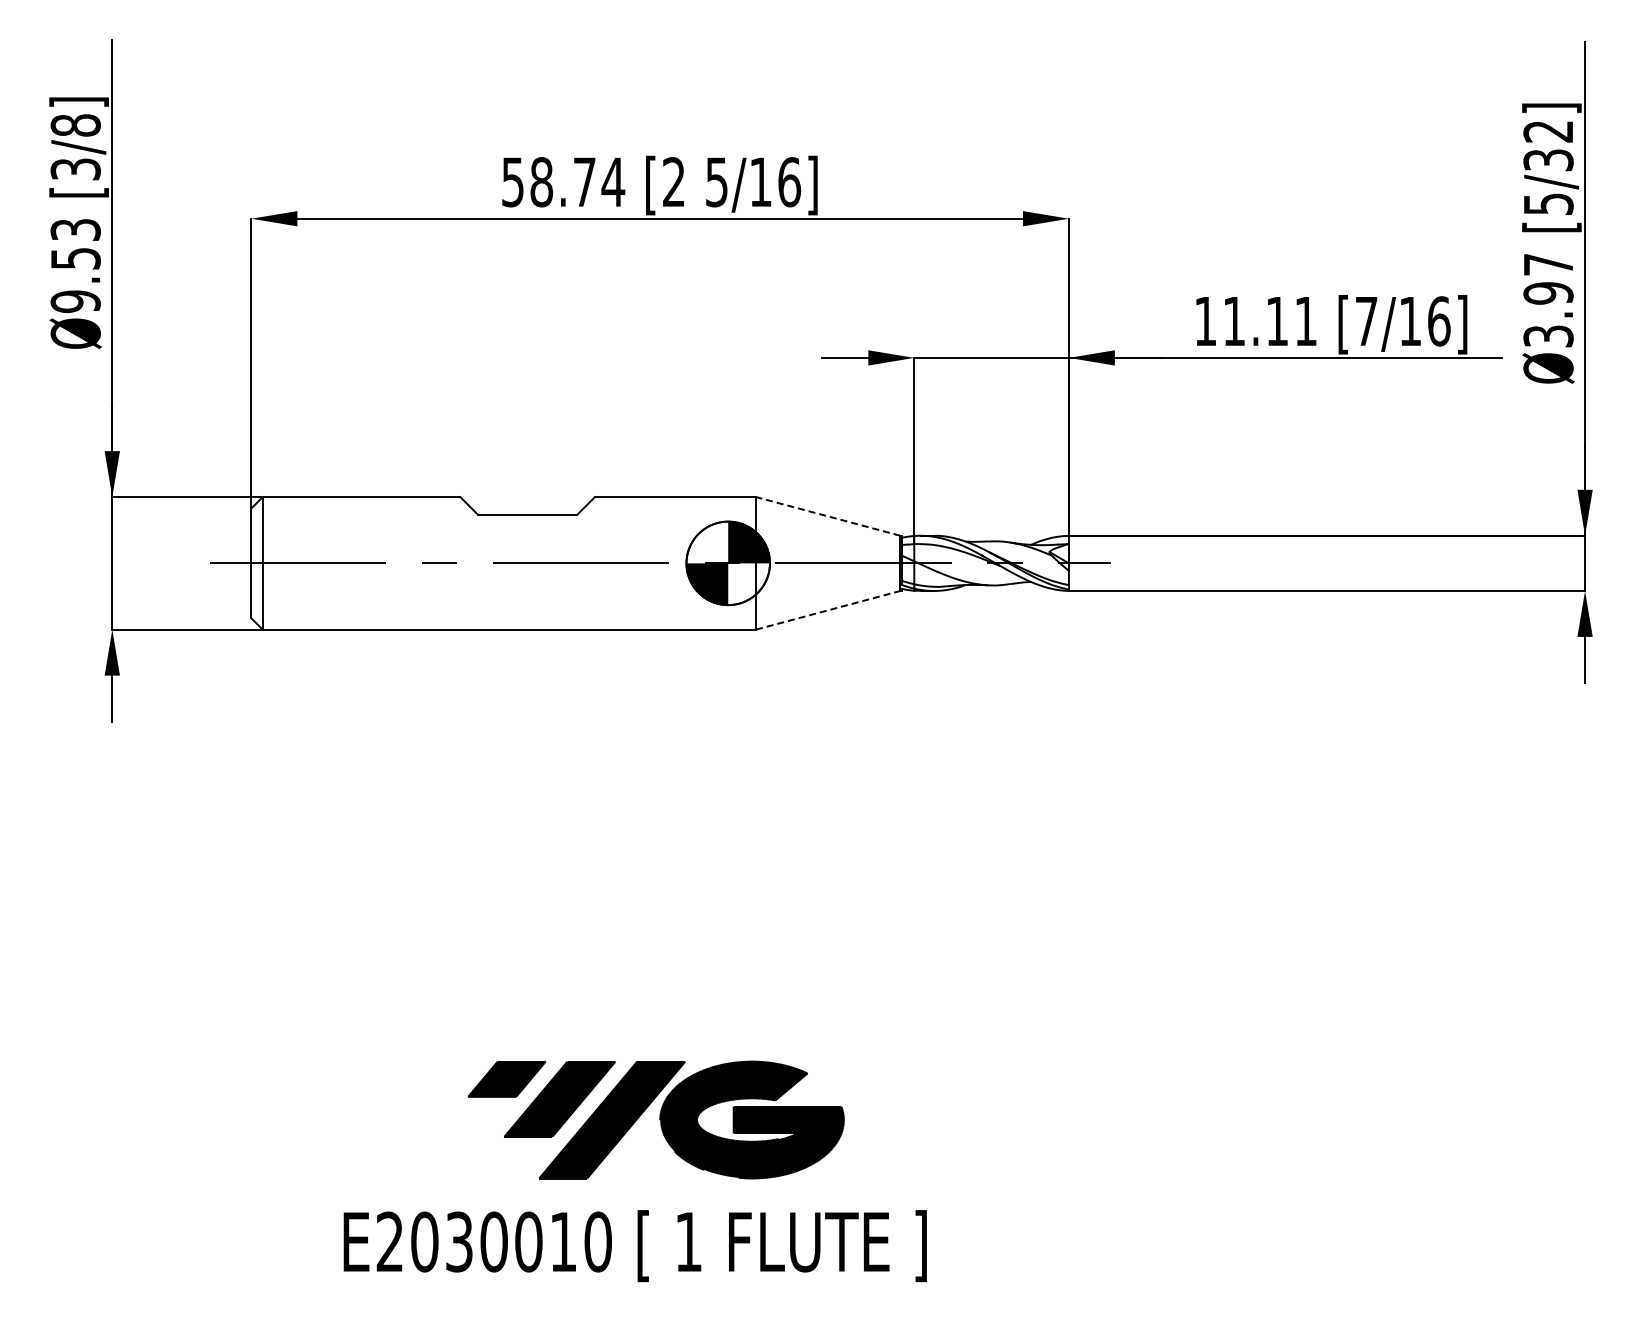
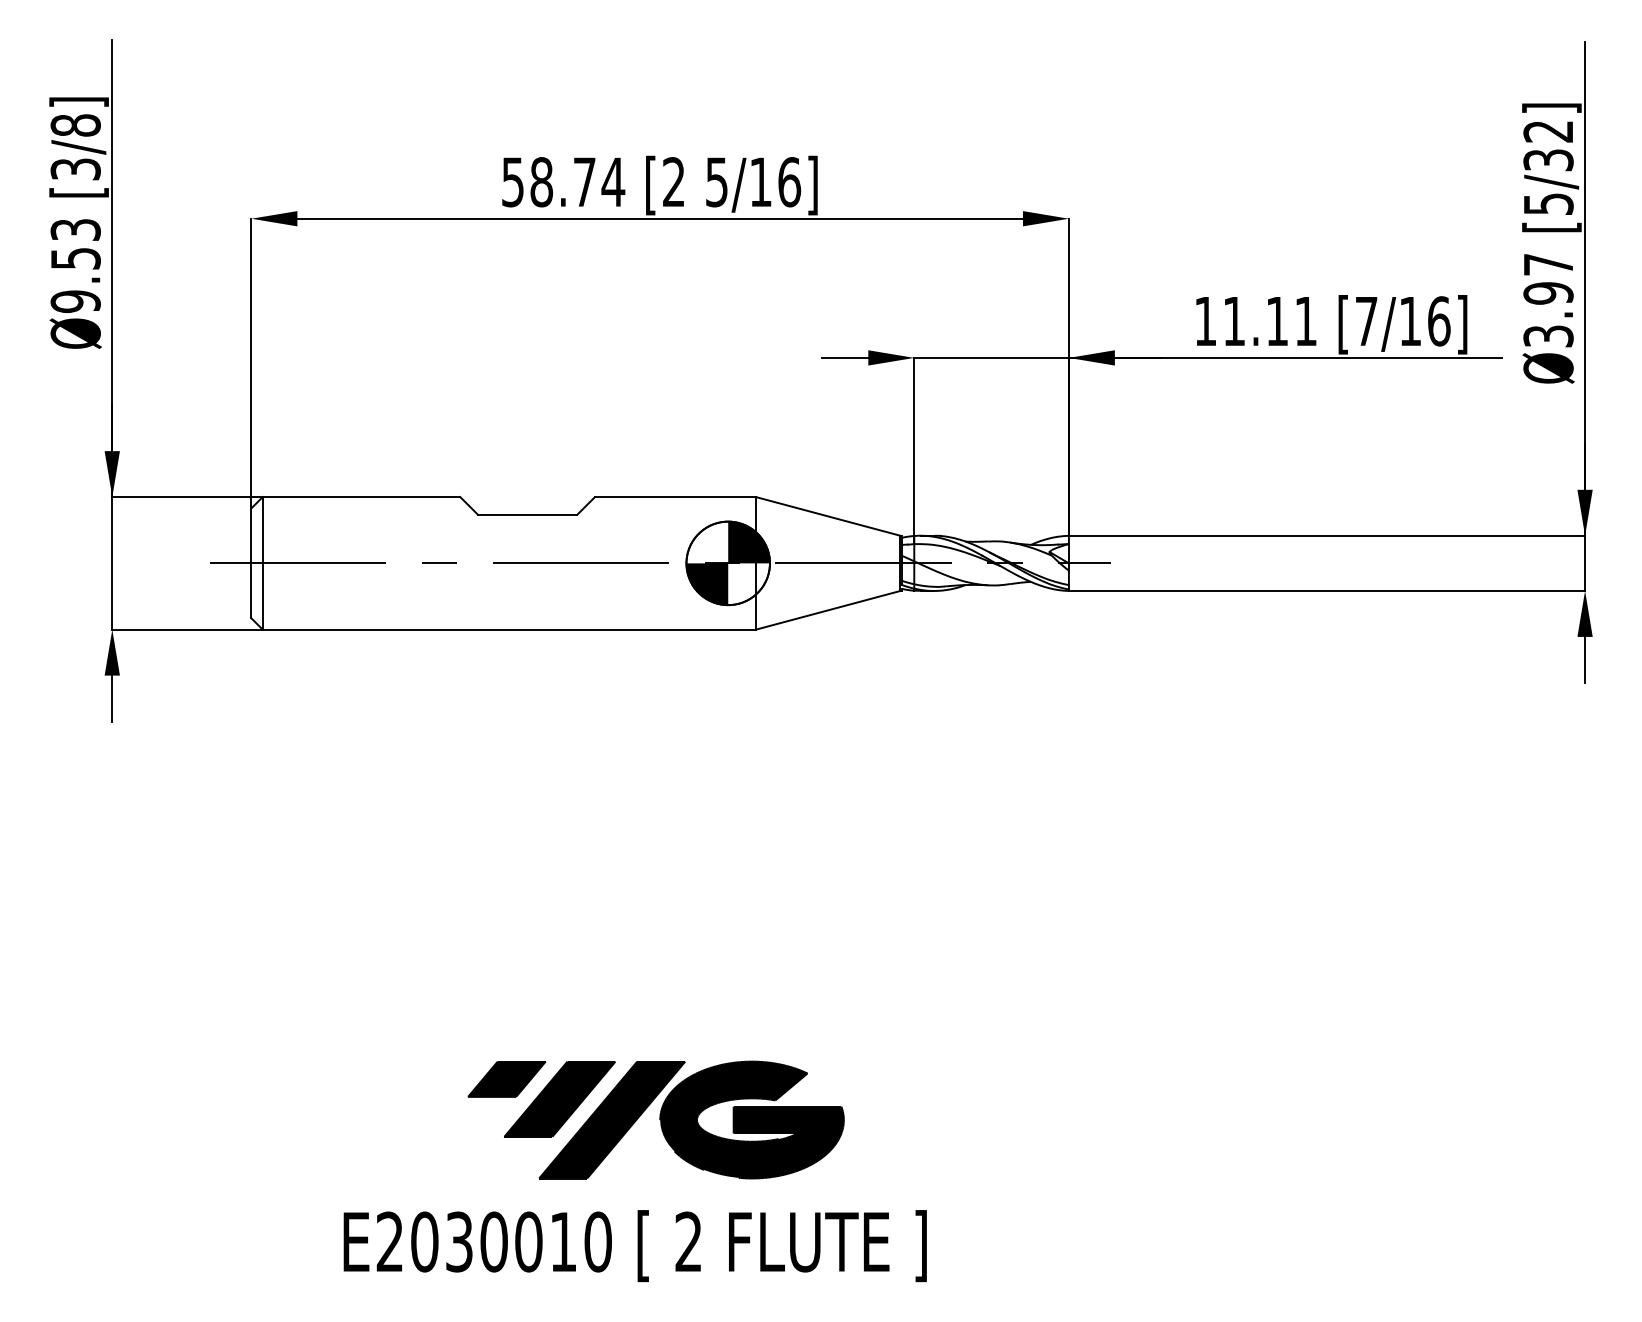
line at (828, 516): dashed -> solid
line at (828, 610): dashed -> solid
text at (688, 1241): 1 -> 2
